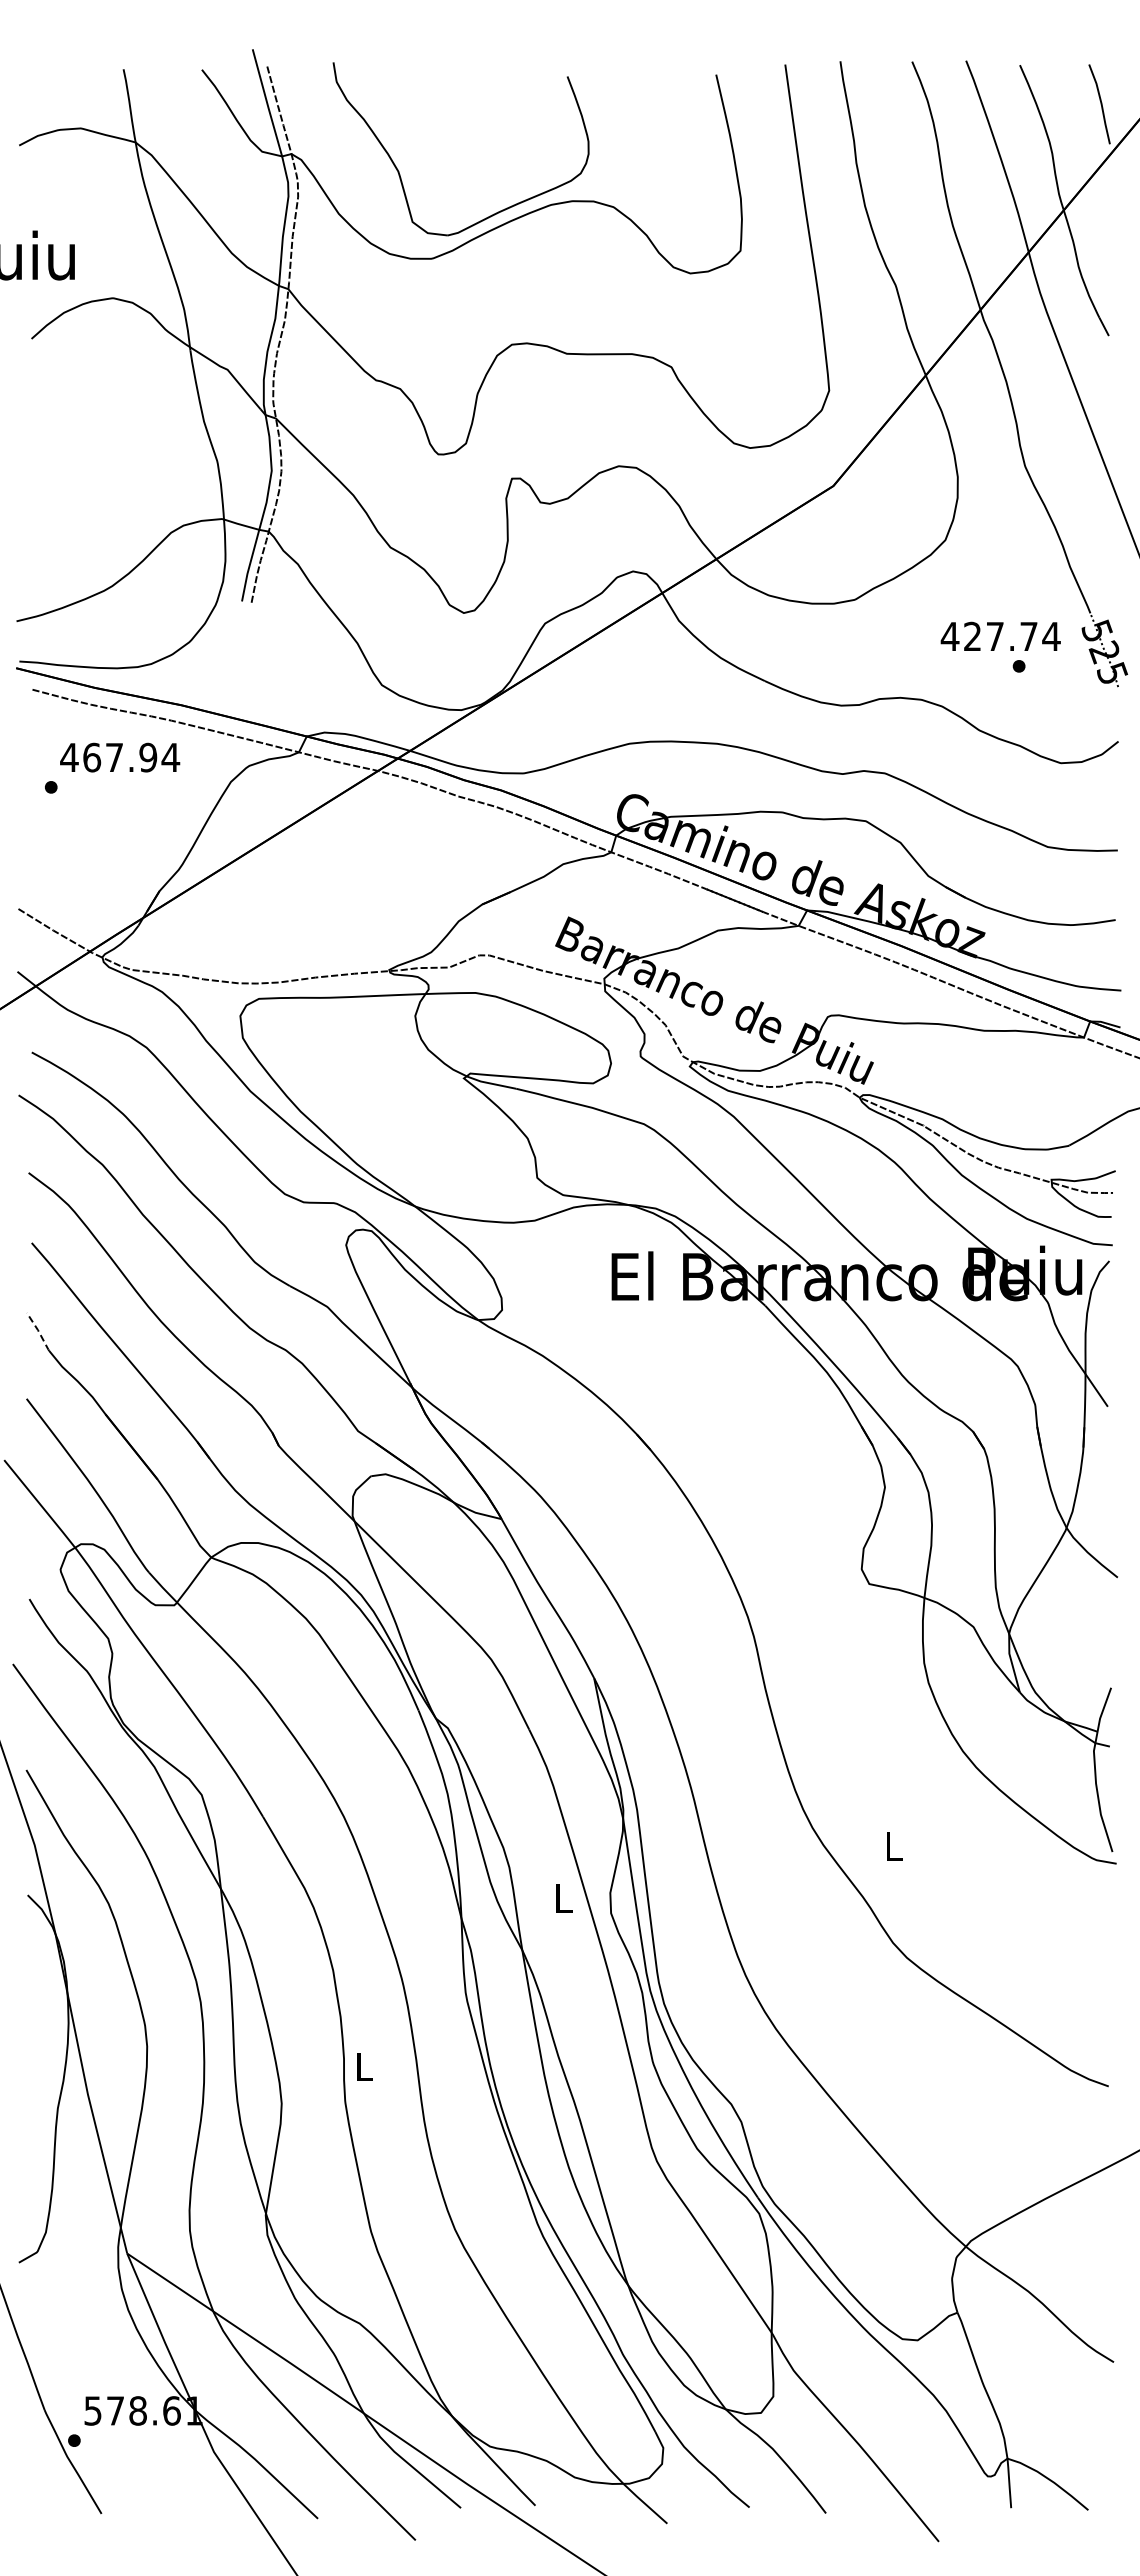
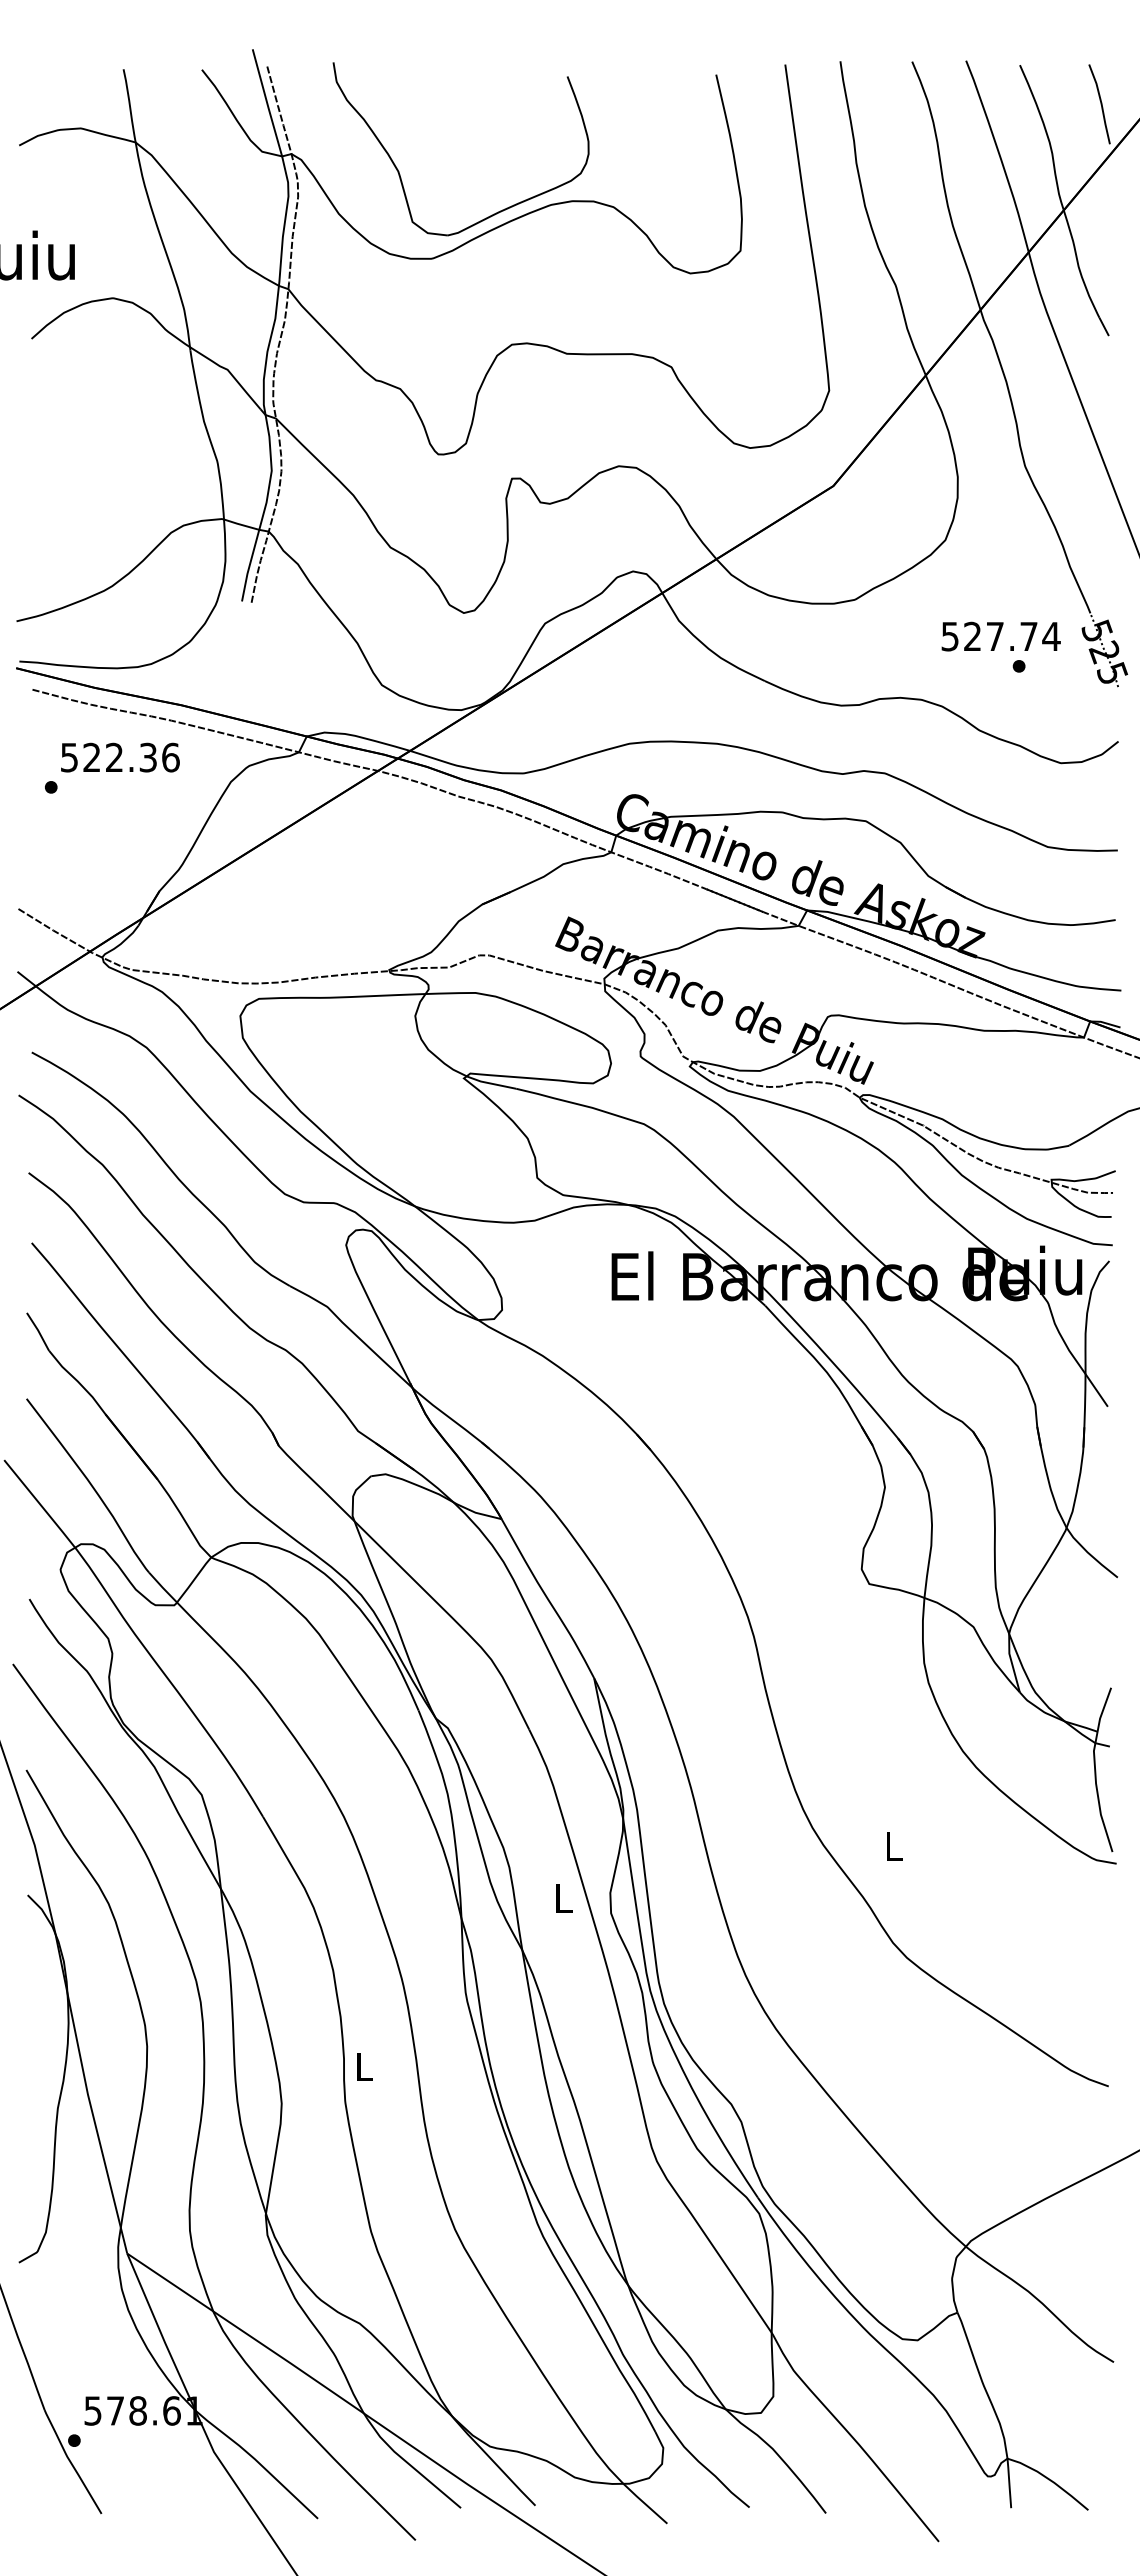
text at (949, 636): 427.74 -> 527.74
text at (120, 757): 467.94 -> 522.36
line at (38, 1331): dashed -> solid
